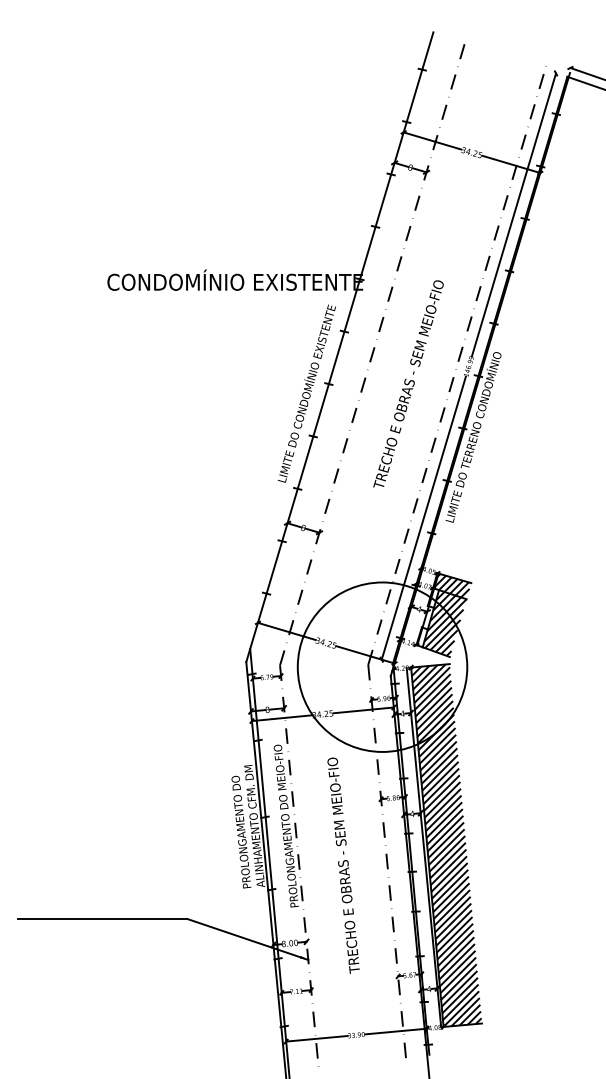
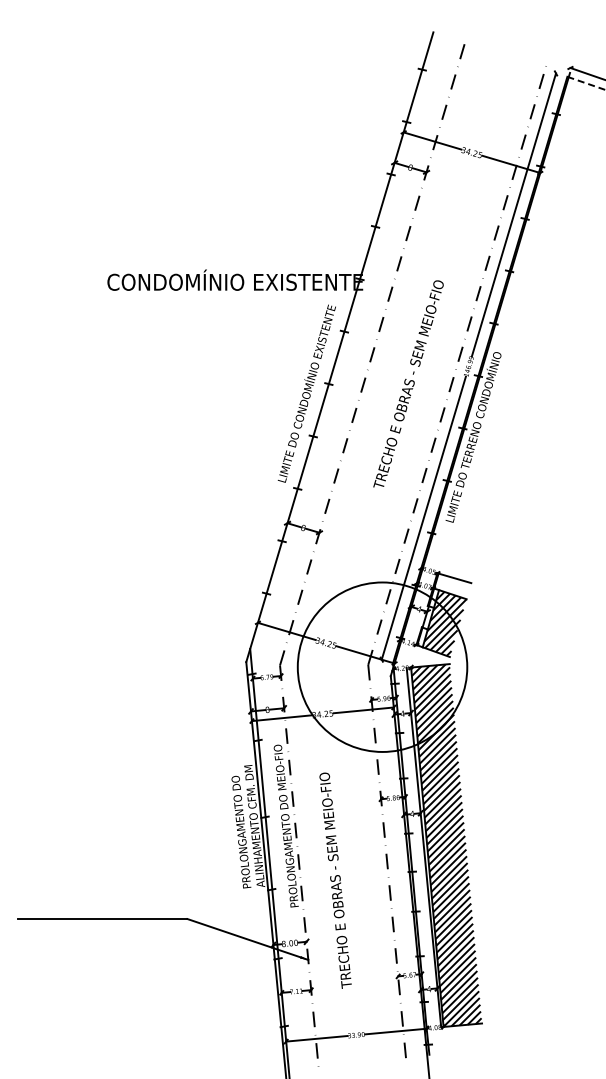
line at (586, 83): solid -> dashed
hatch at (451, 585): present -> none
text at (343, 865) position: (343, 865) -> (335, 880)
